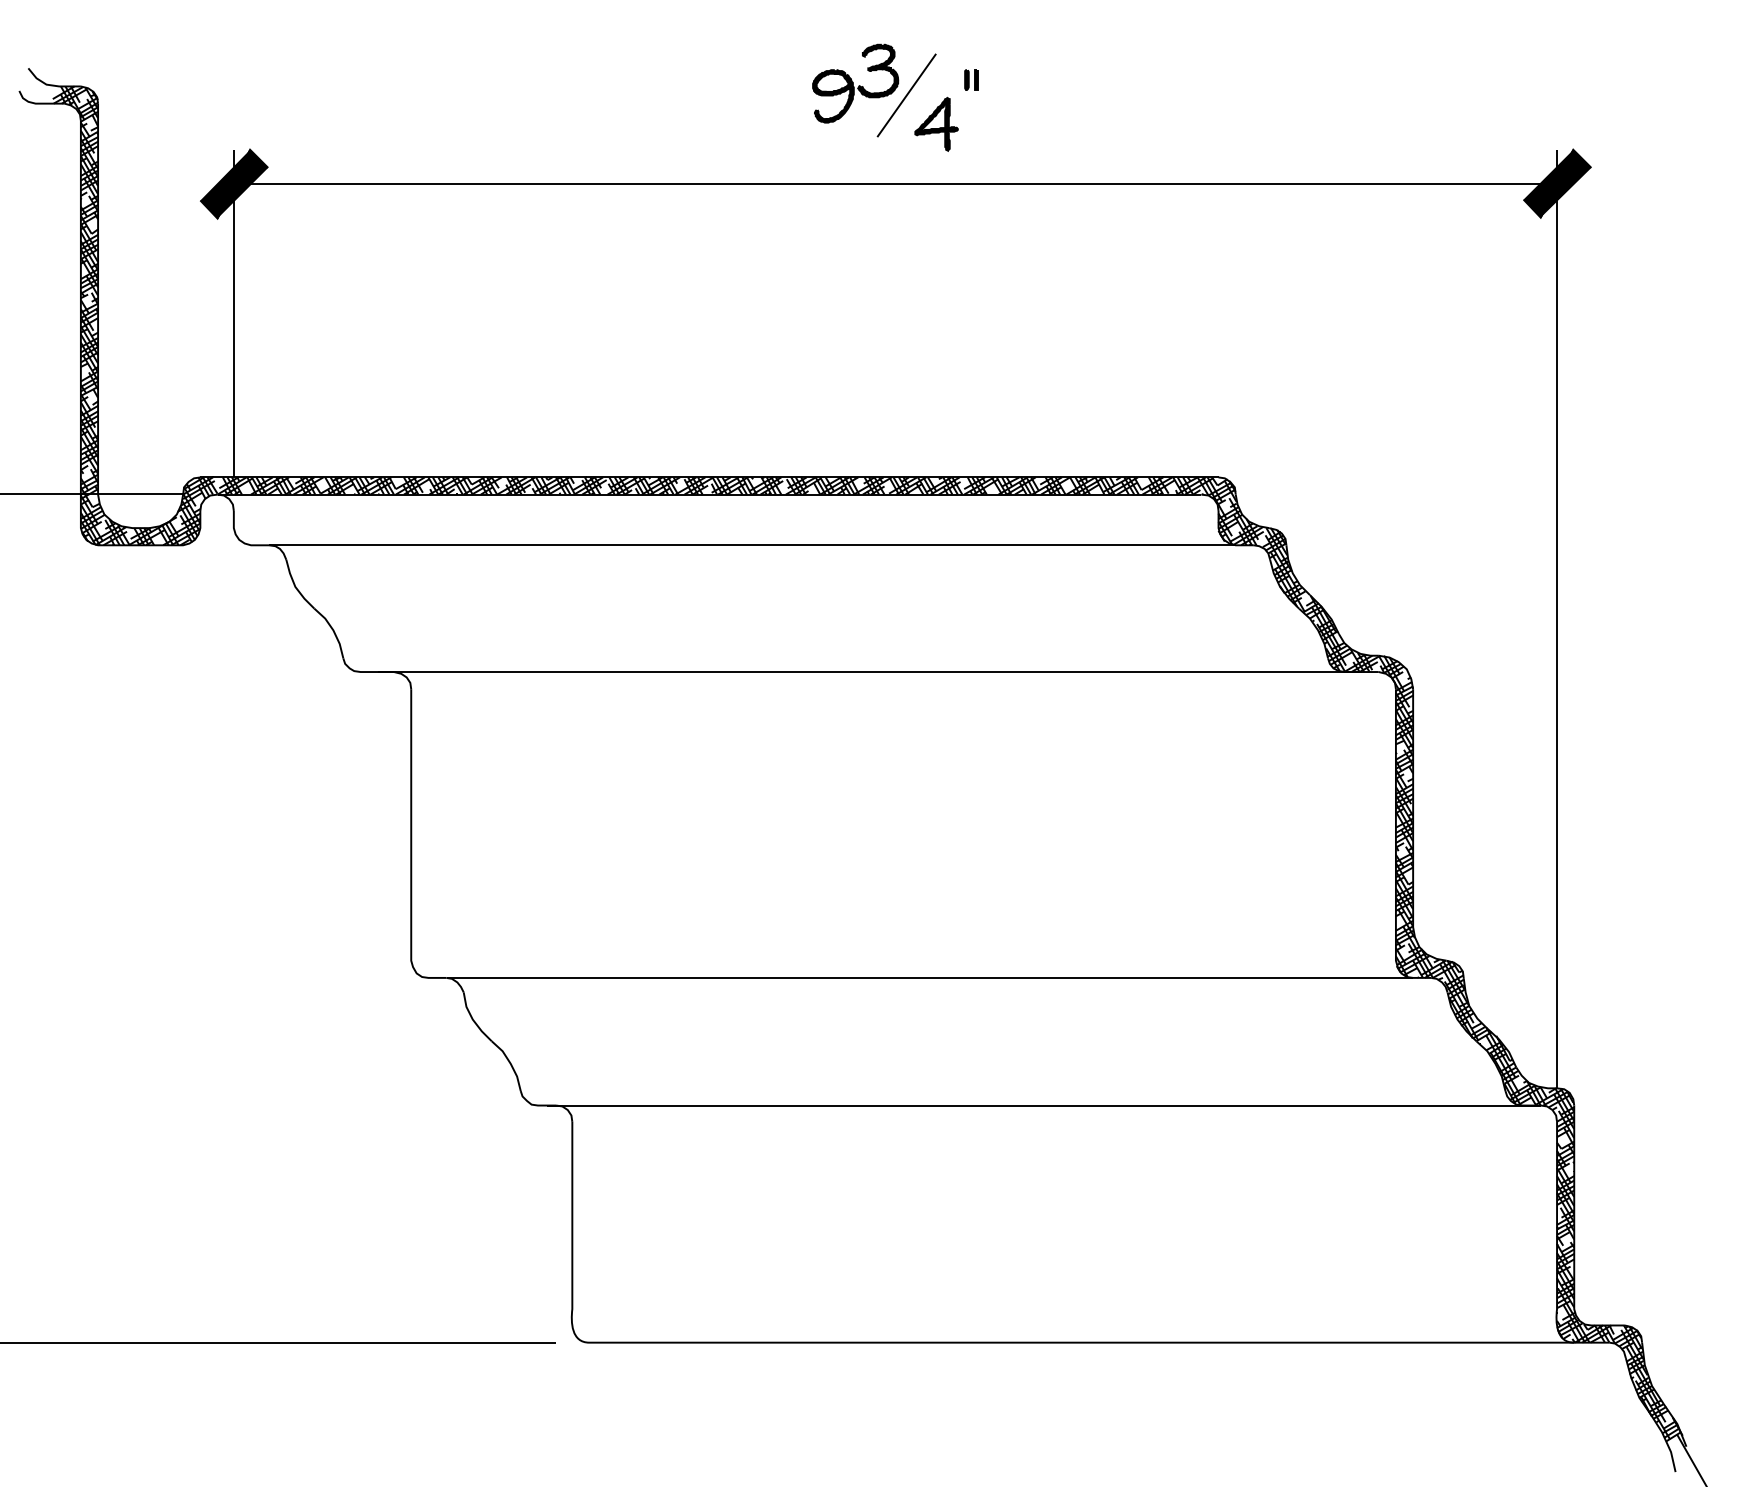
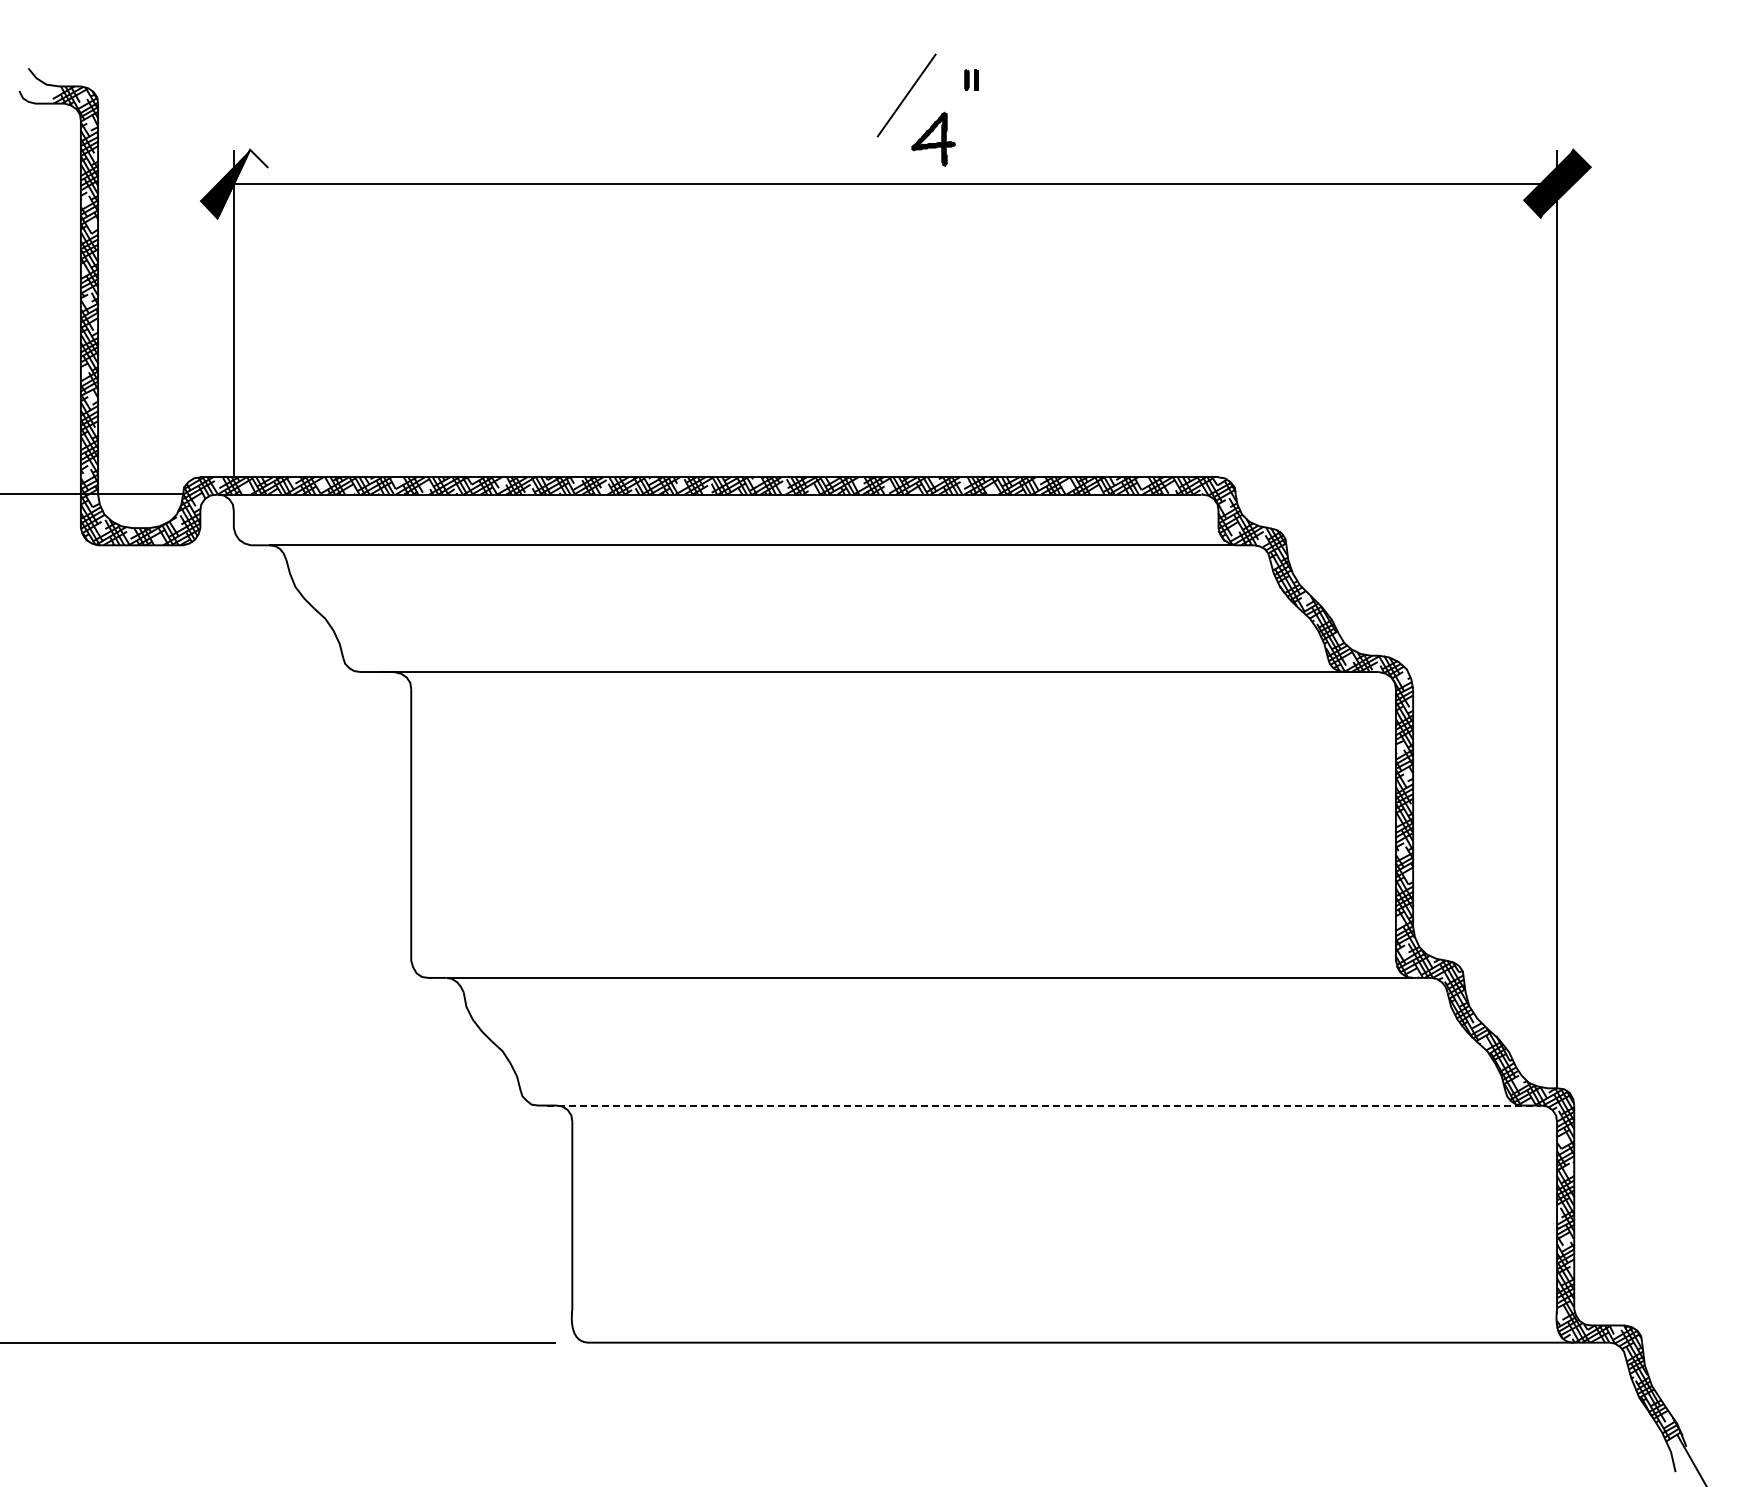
part at (855, 83): present -> none
part at (936, 123) position: (936, 123) -> (933, 138)
fill at (242, 183): present -> none
line at (1043, 1105): solid -> dashed
